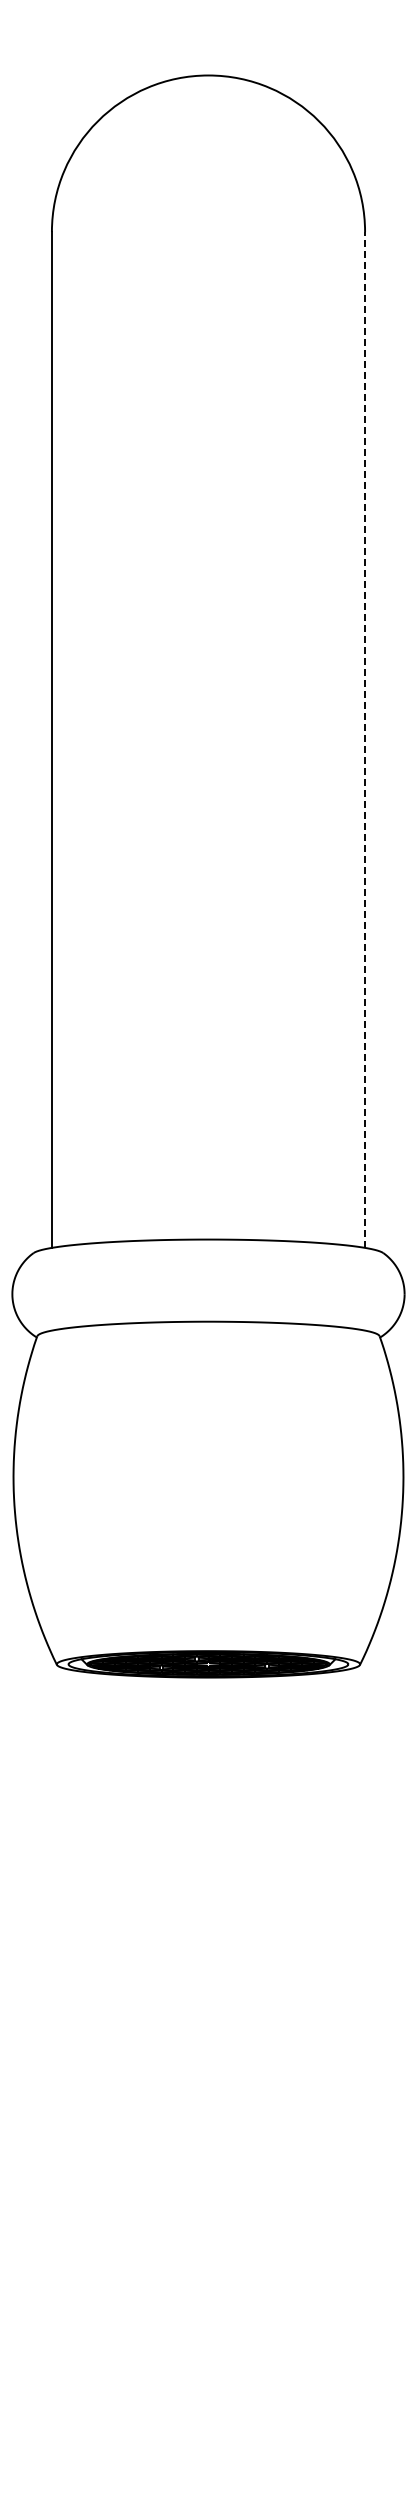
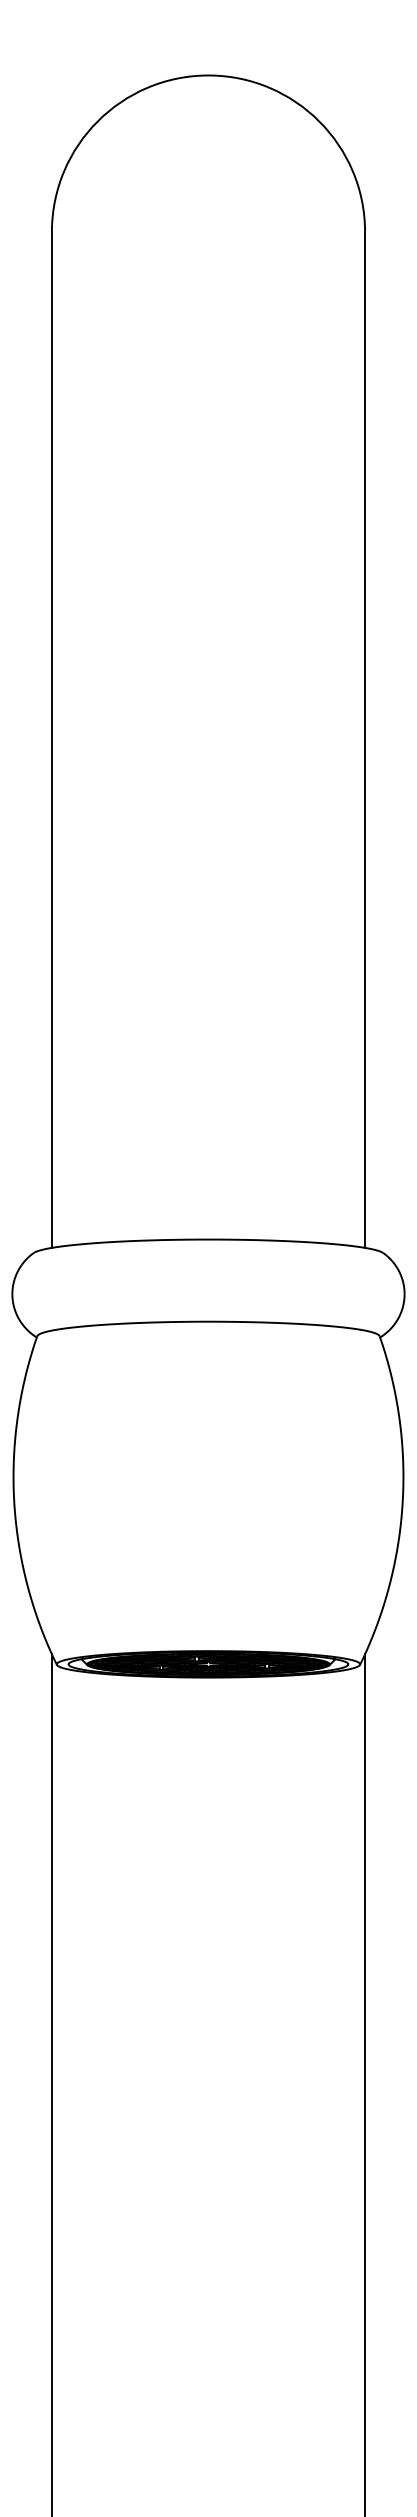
line at (365, 739): dashed -> solid
line at (51, 2083): none -> present
line at (365, 2083): none -> present
